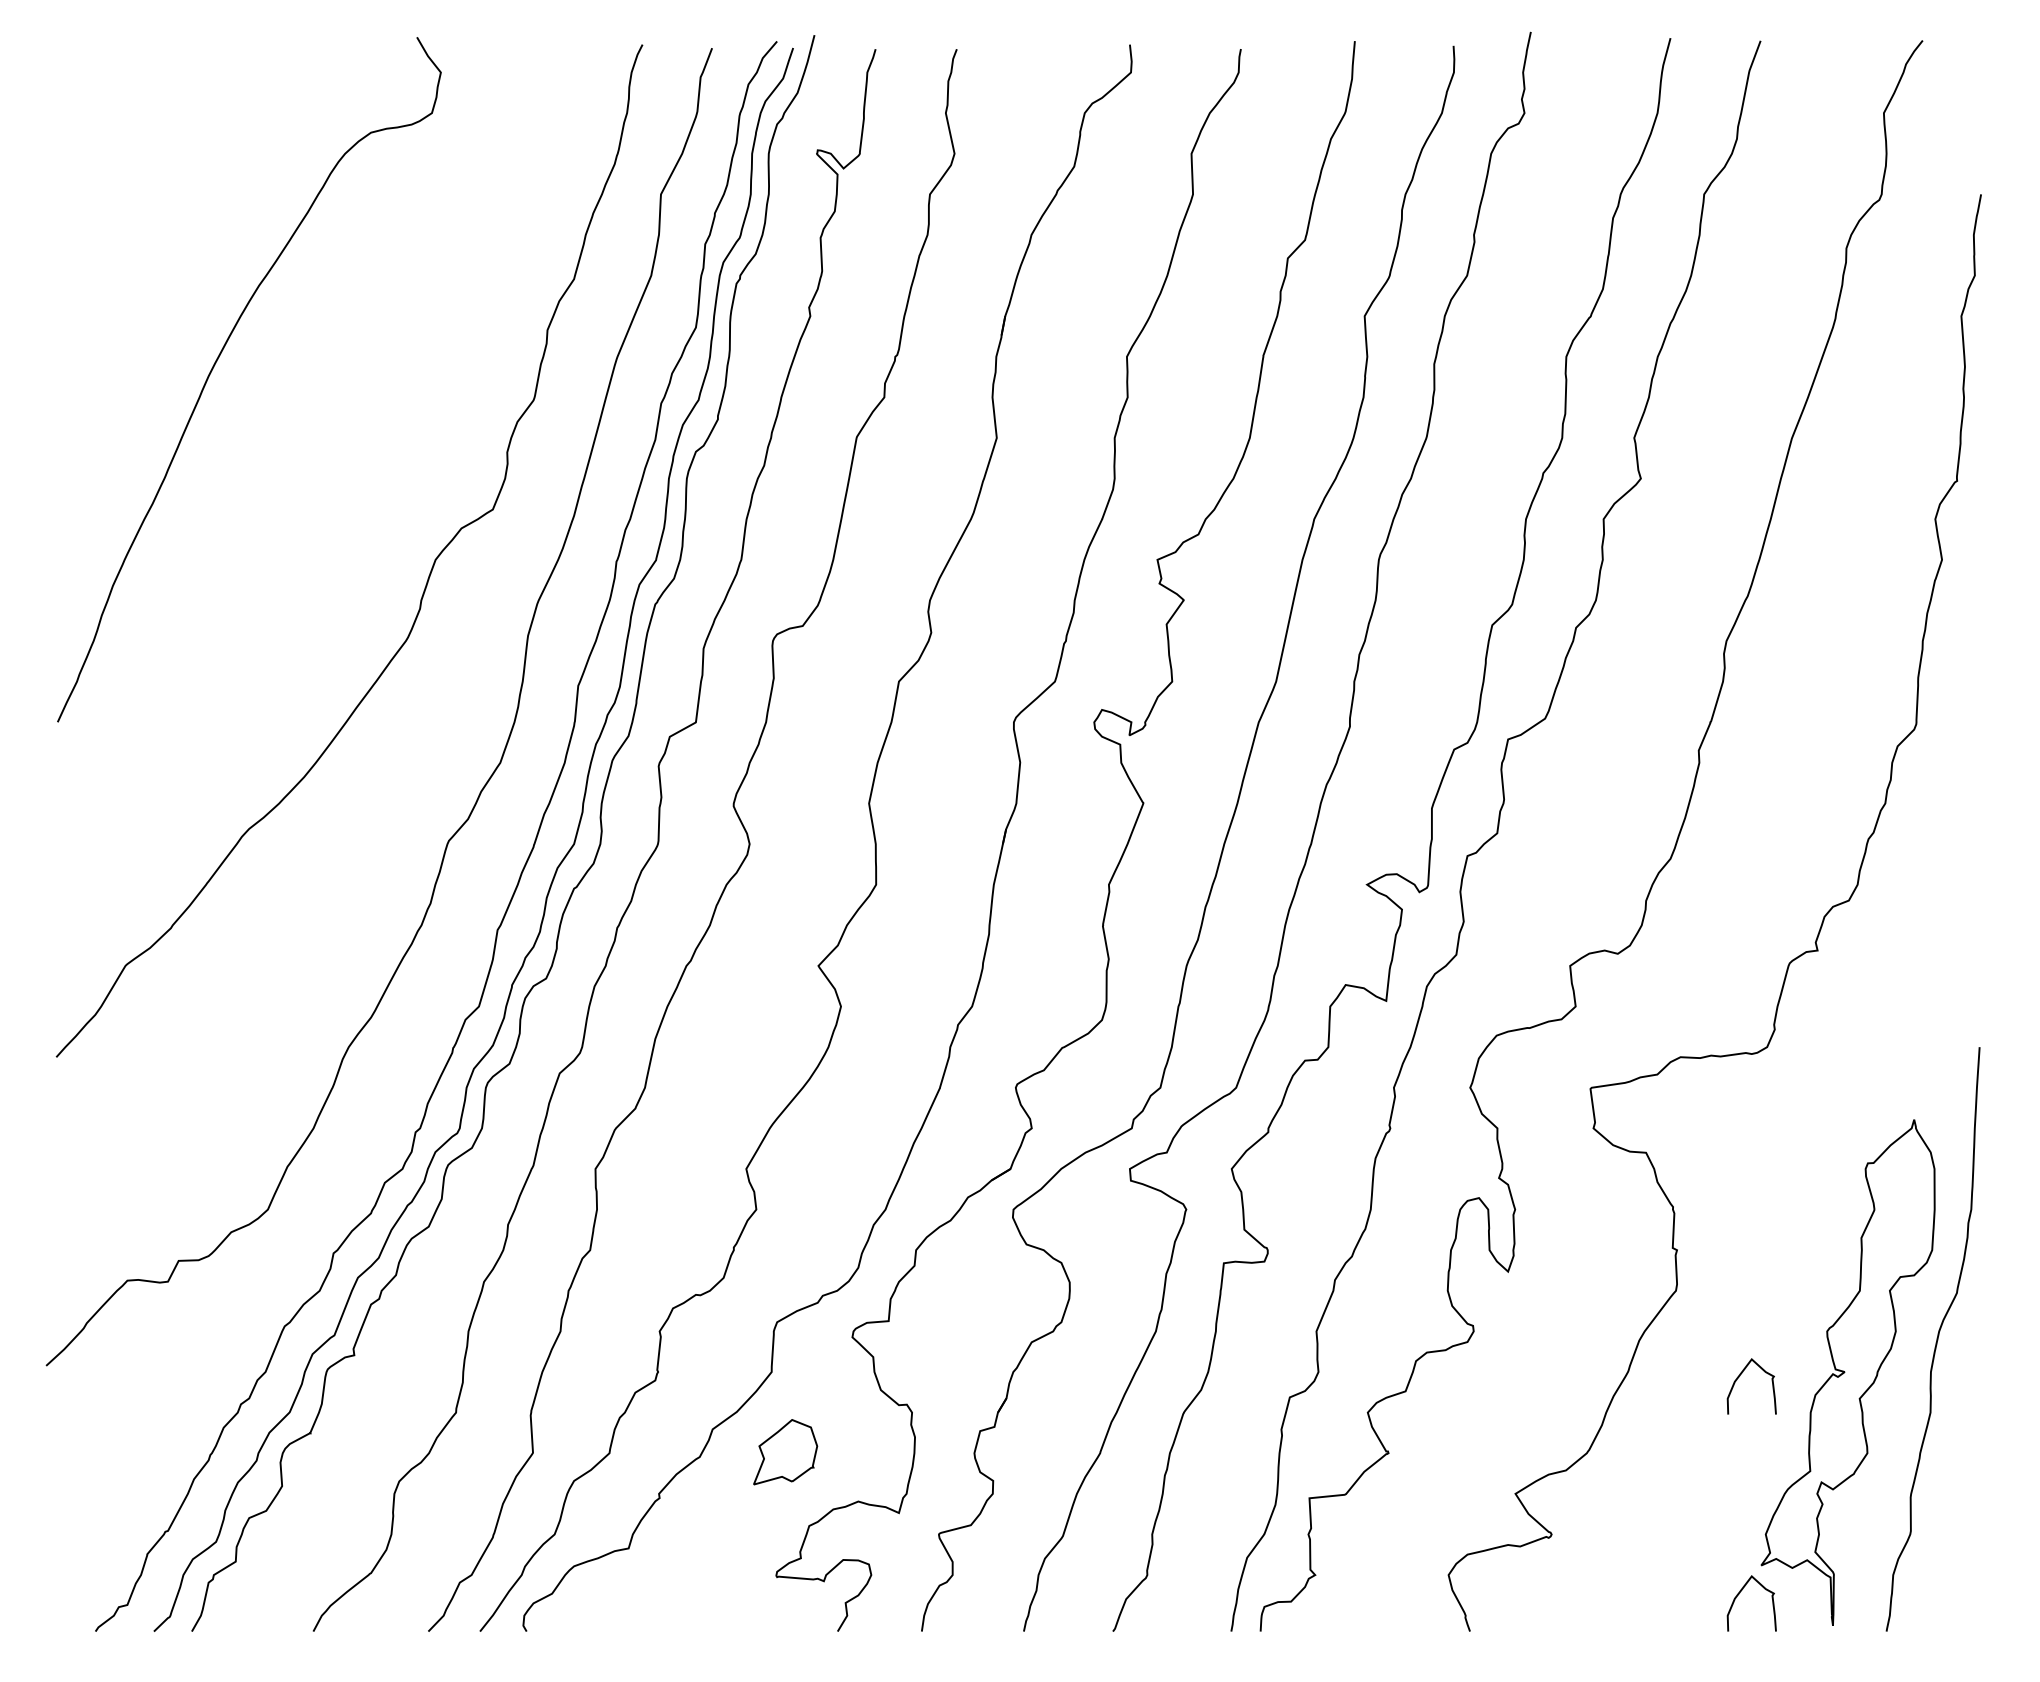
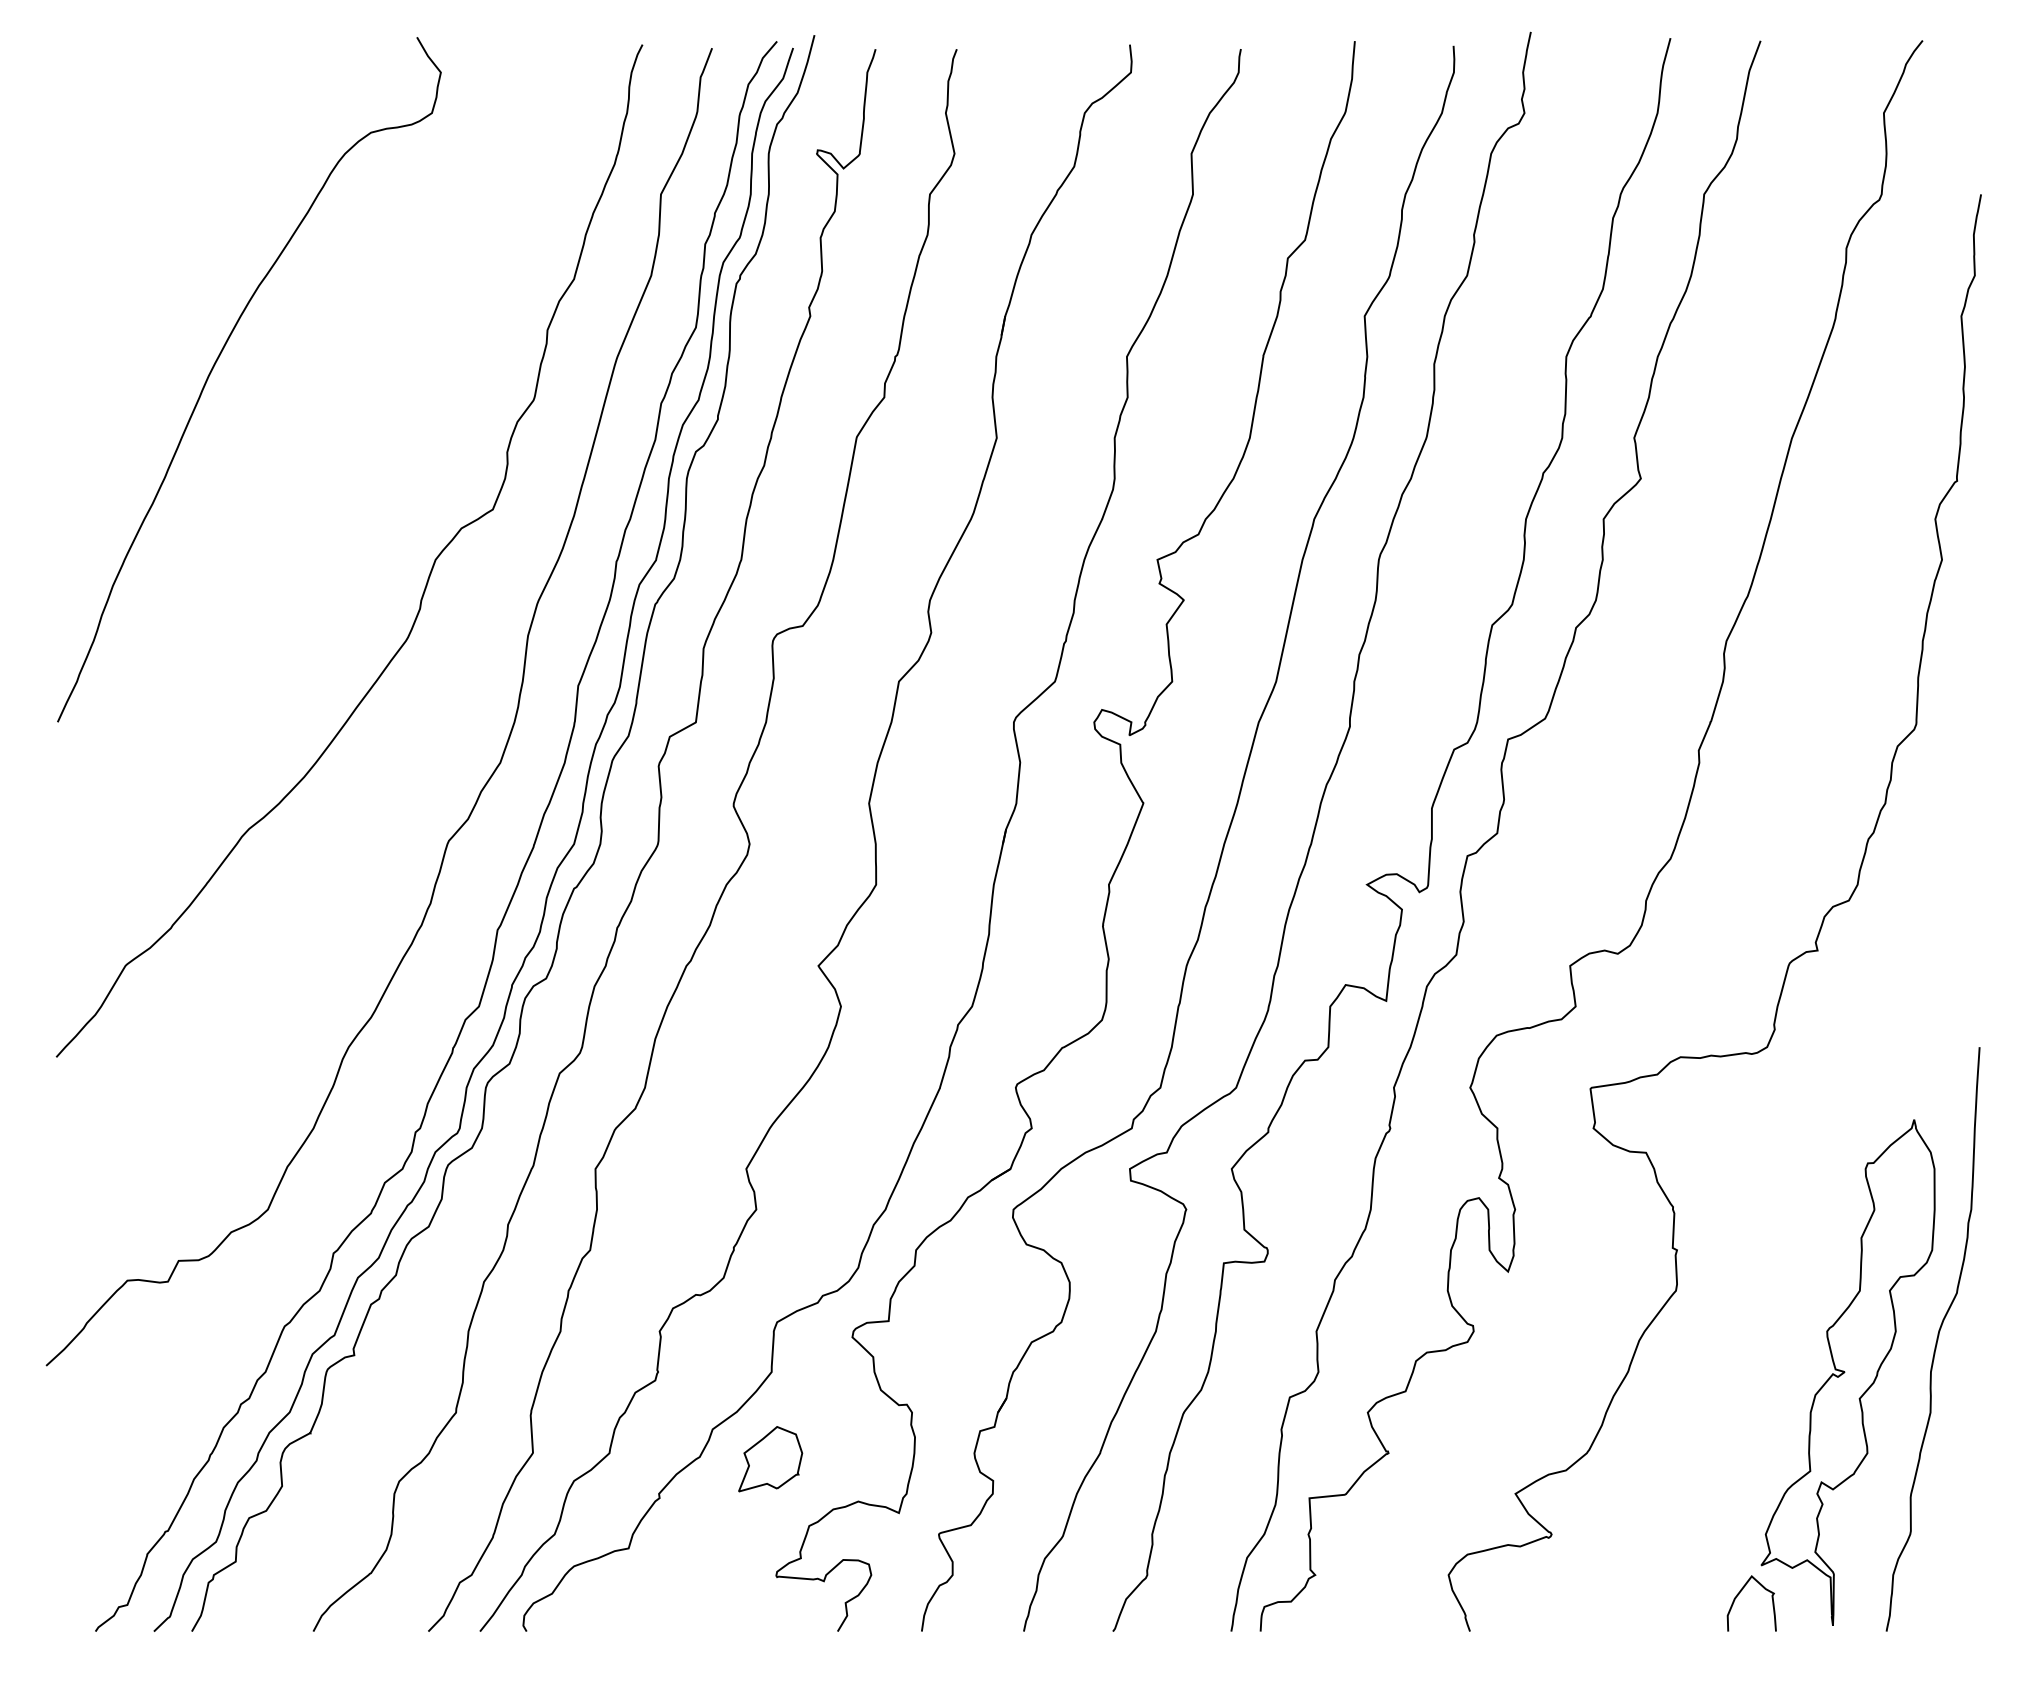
curve at (1739, 1377): present -> none
part at (785, 1452) position: (785, 1452) -> (770, 1459)
